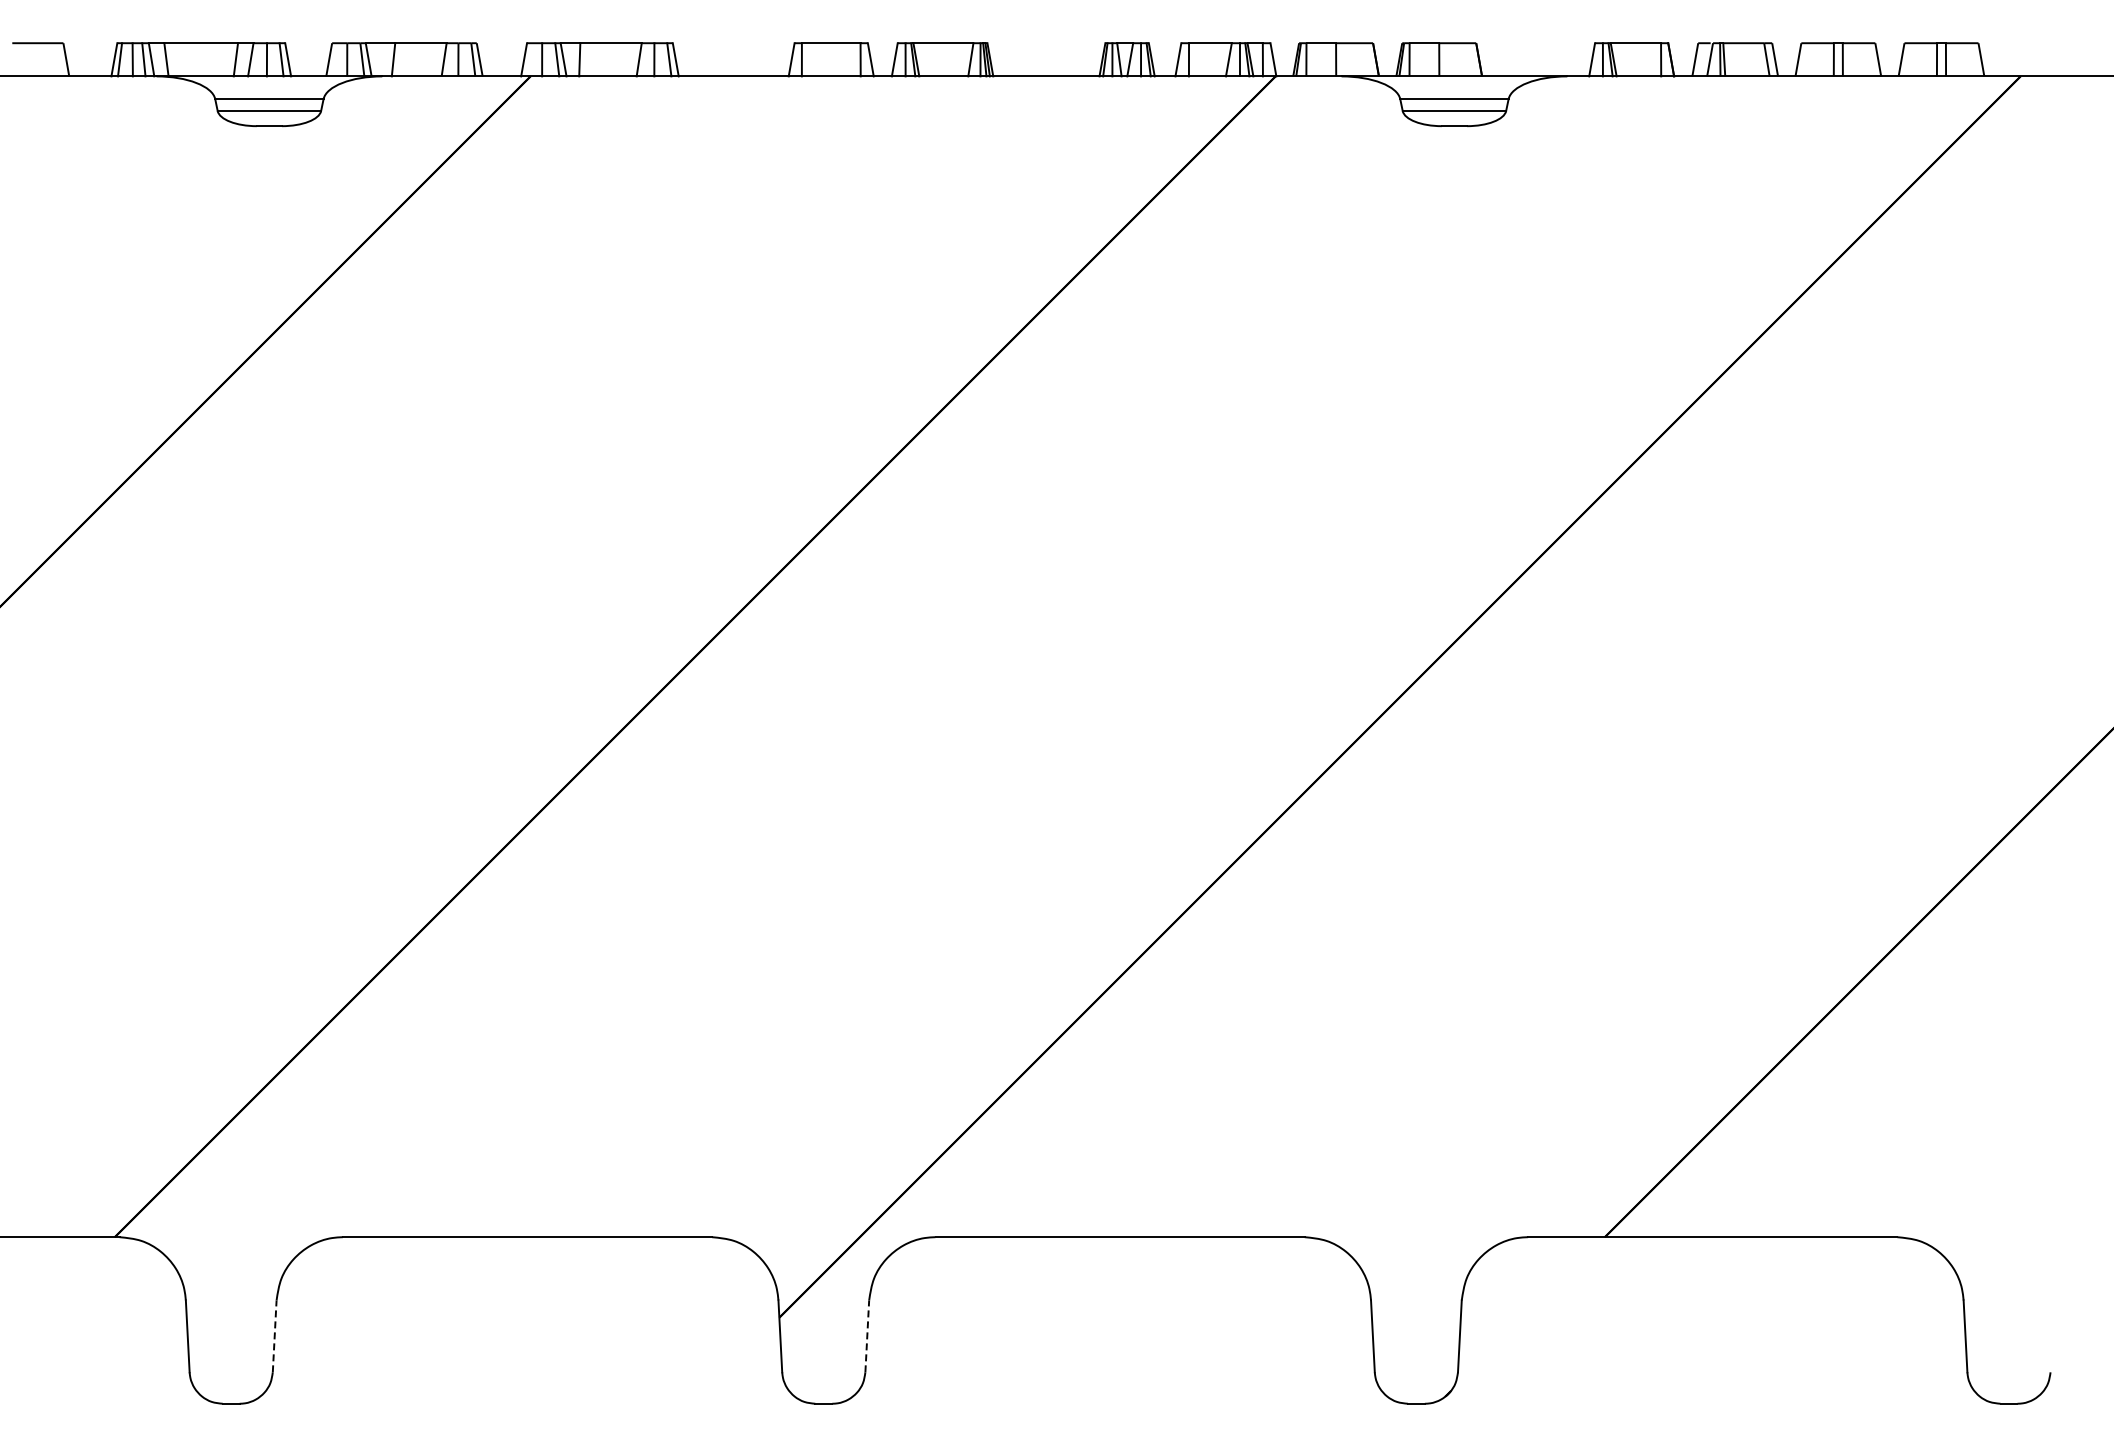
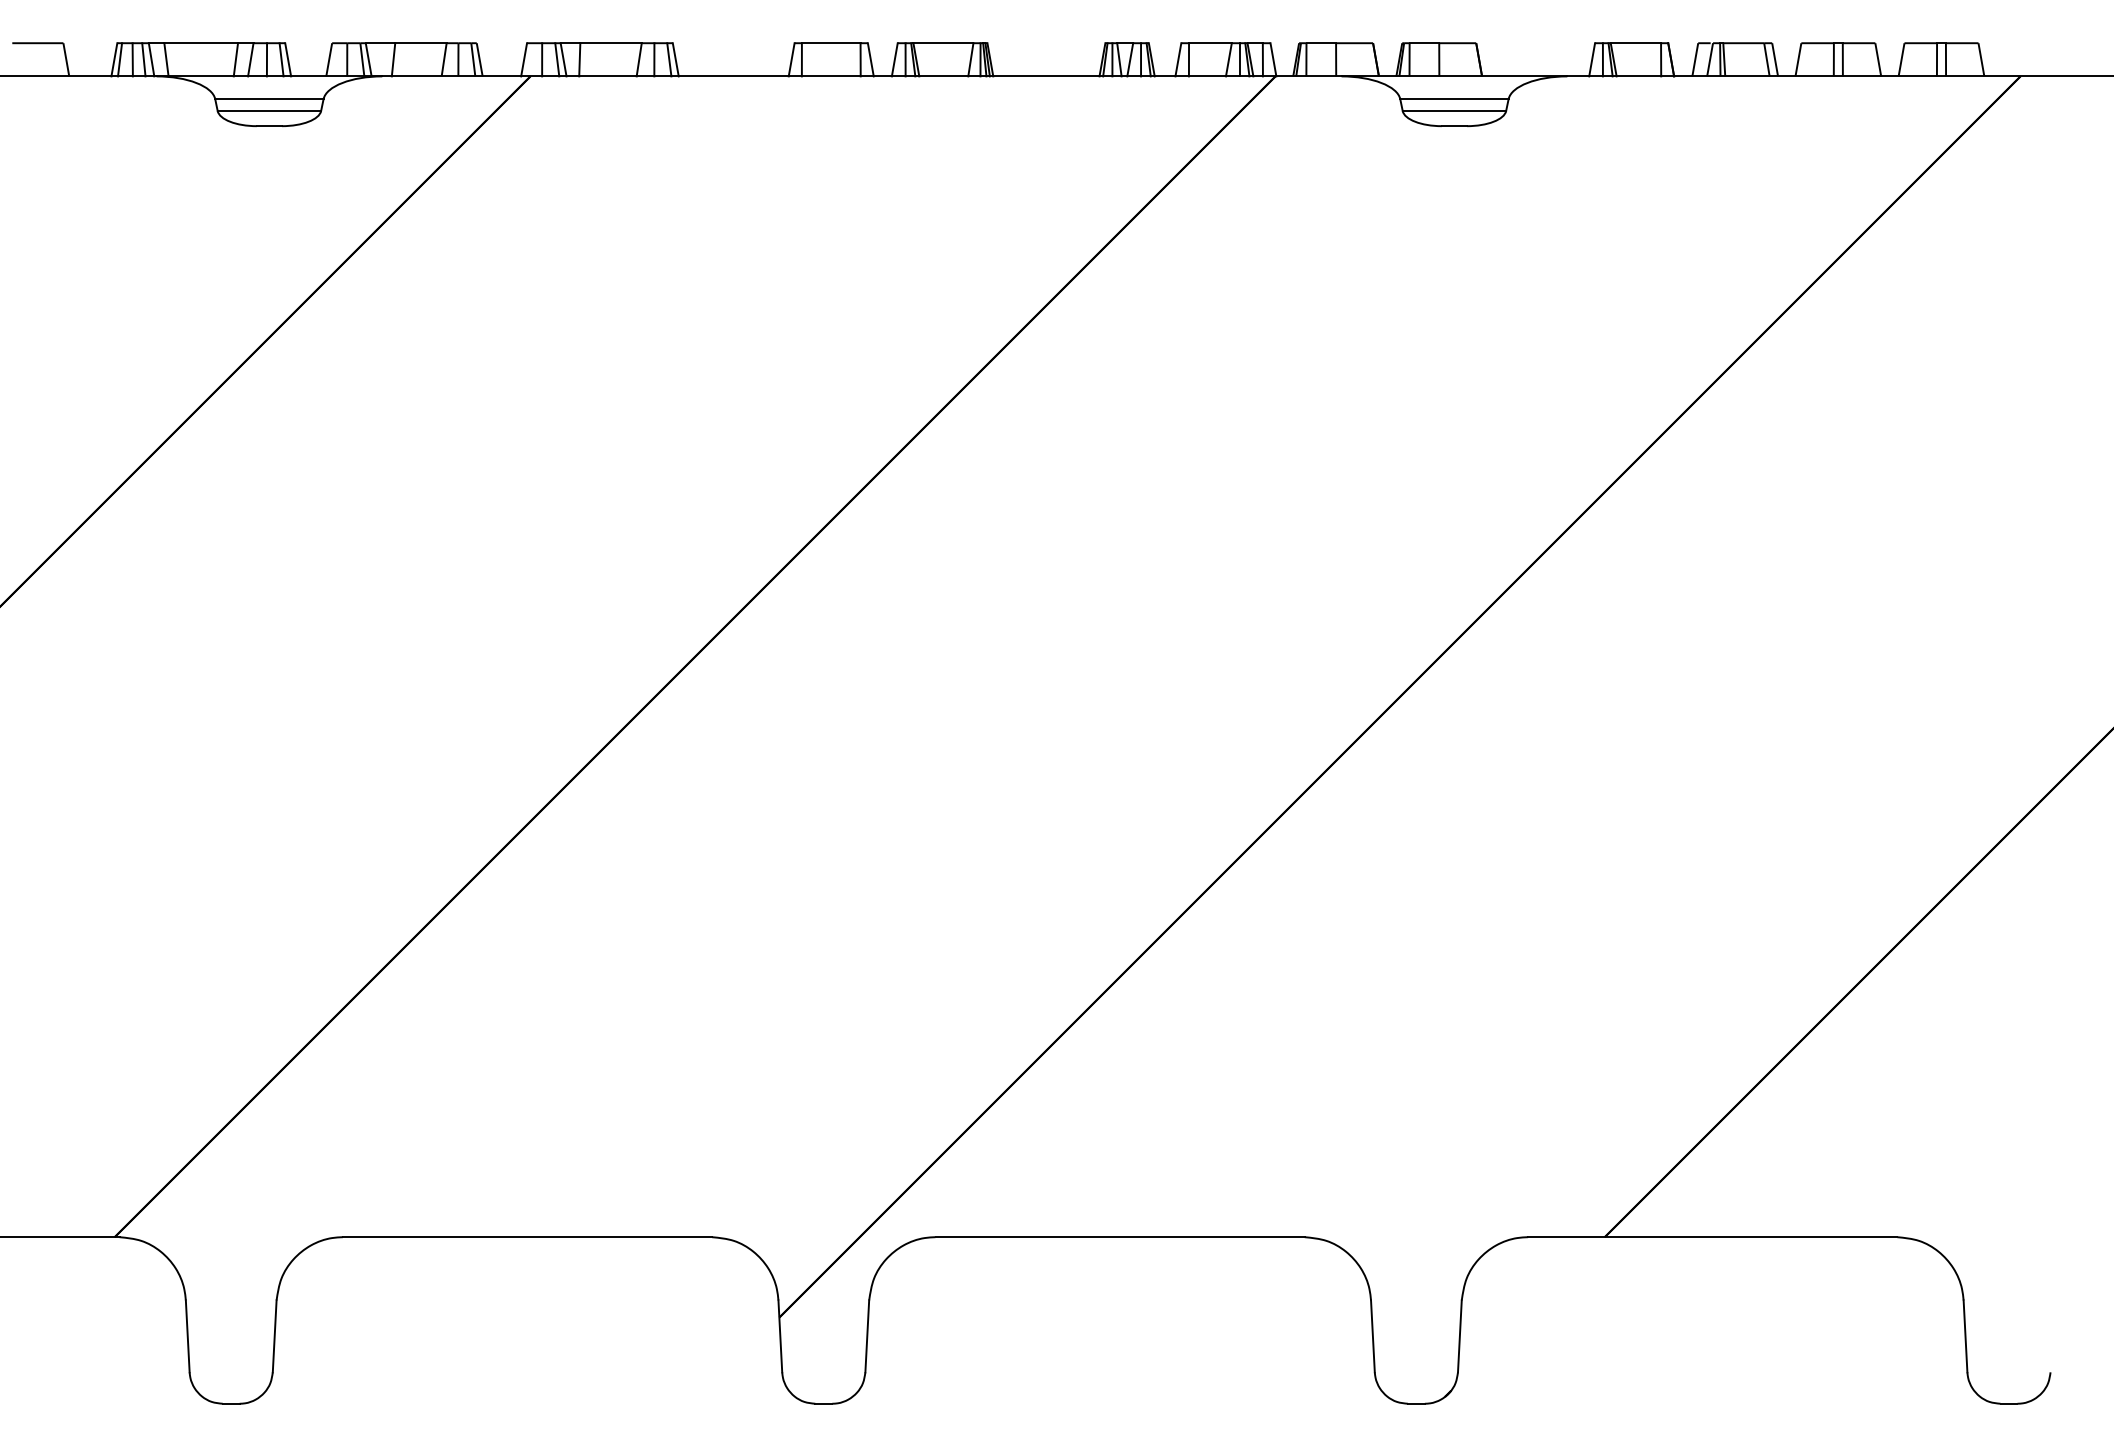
line at (274, 1336): dashed -> solid
line at (867, 1336): dashed -> solid
